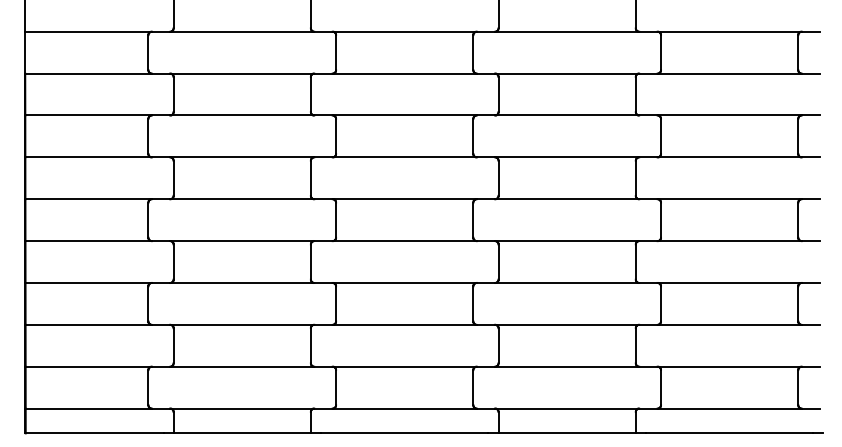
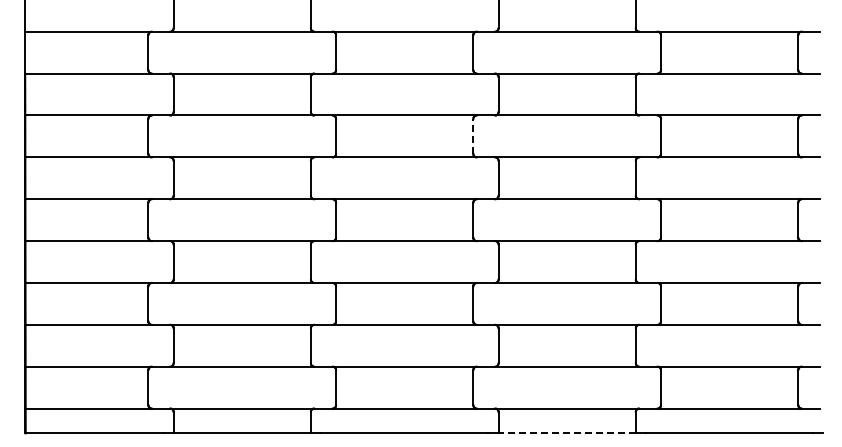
line at (473, 136): solid -> dashed
line at (567, 433): solid -> dashed
